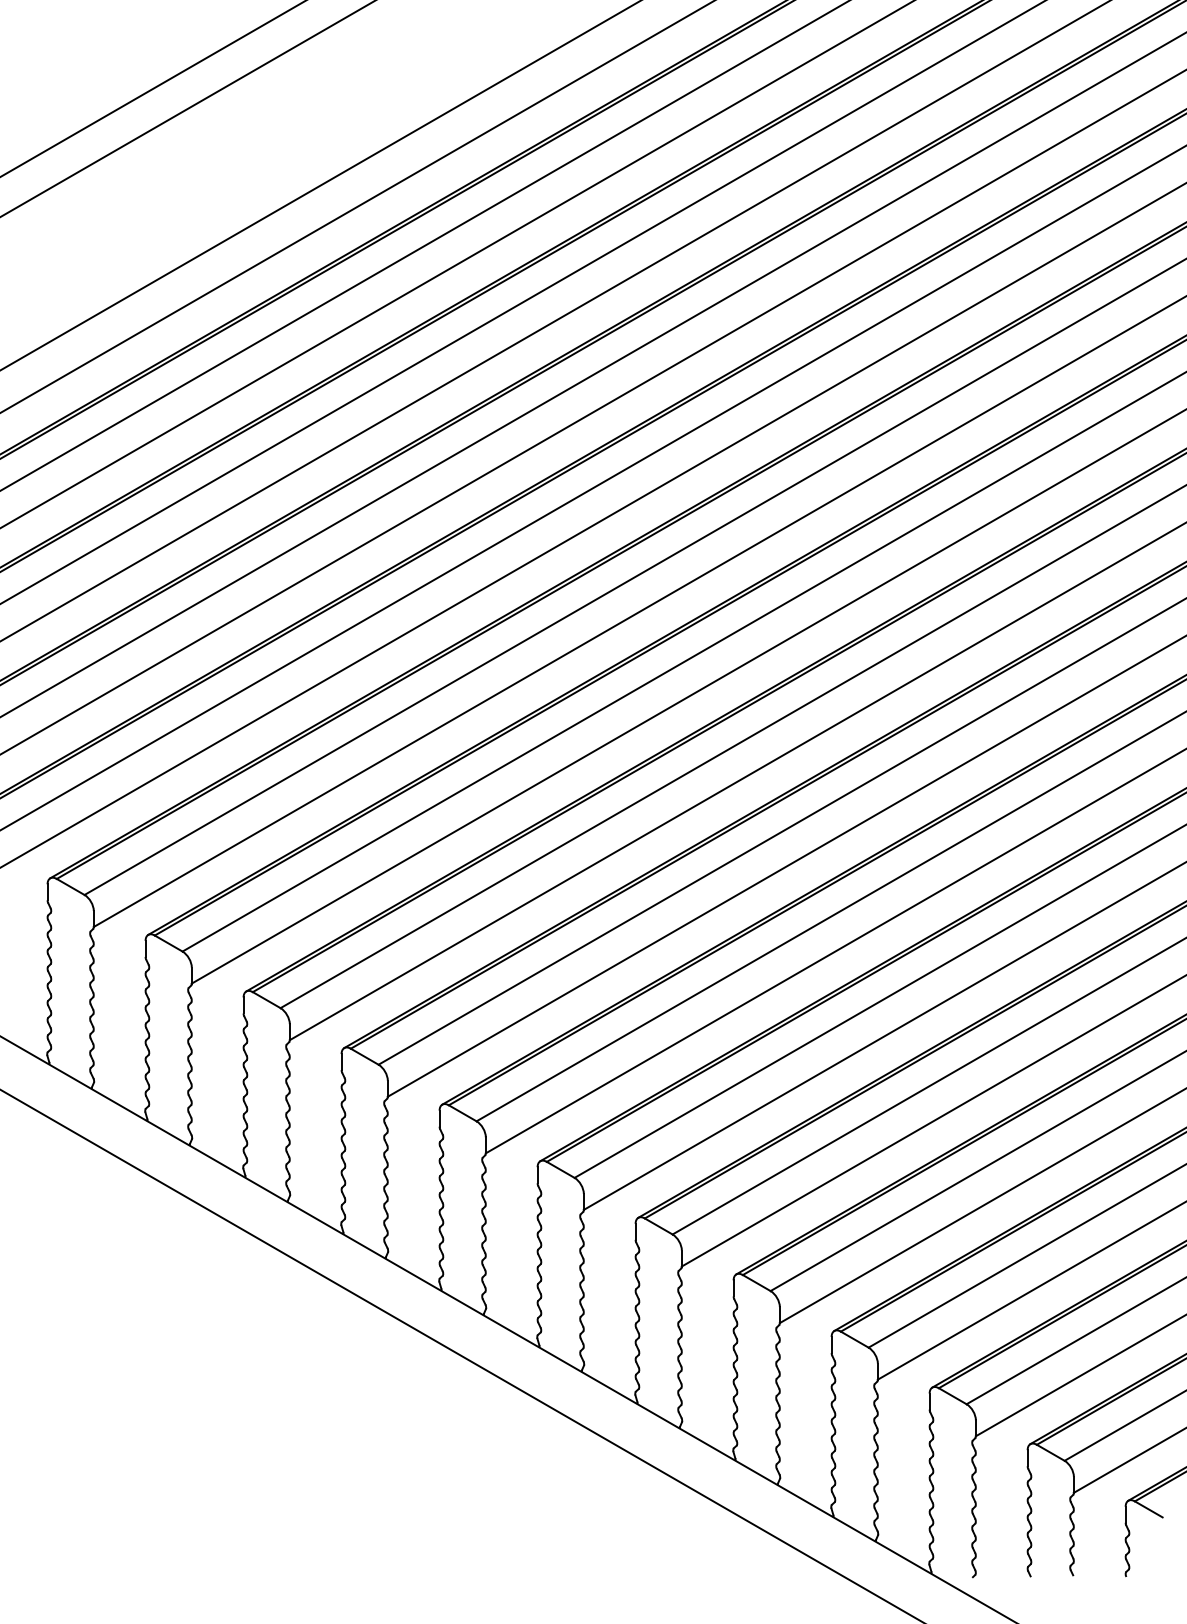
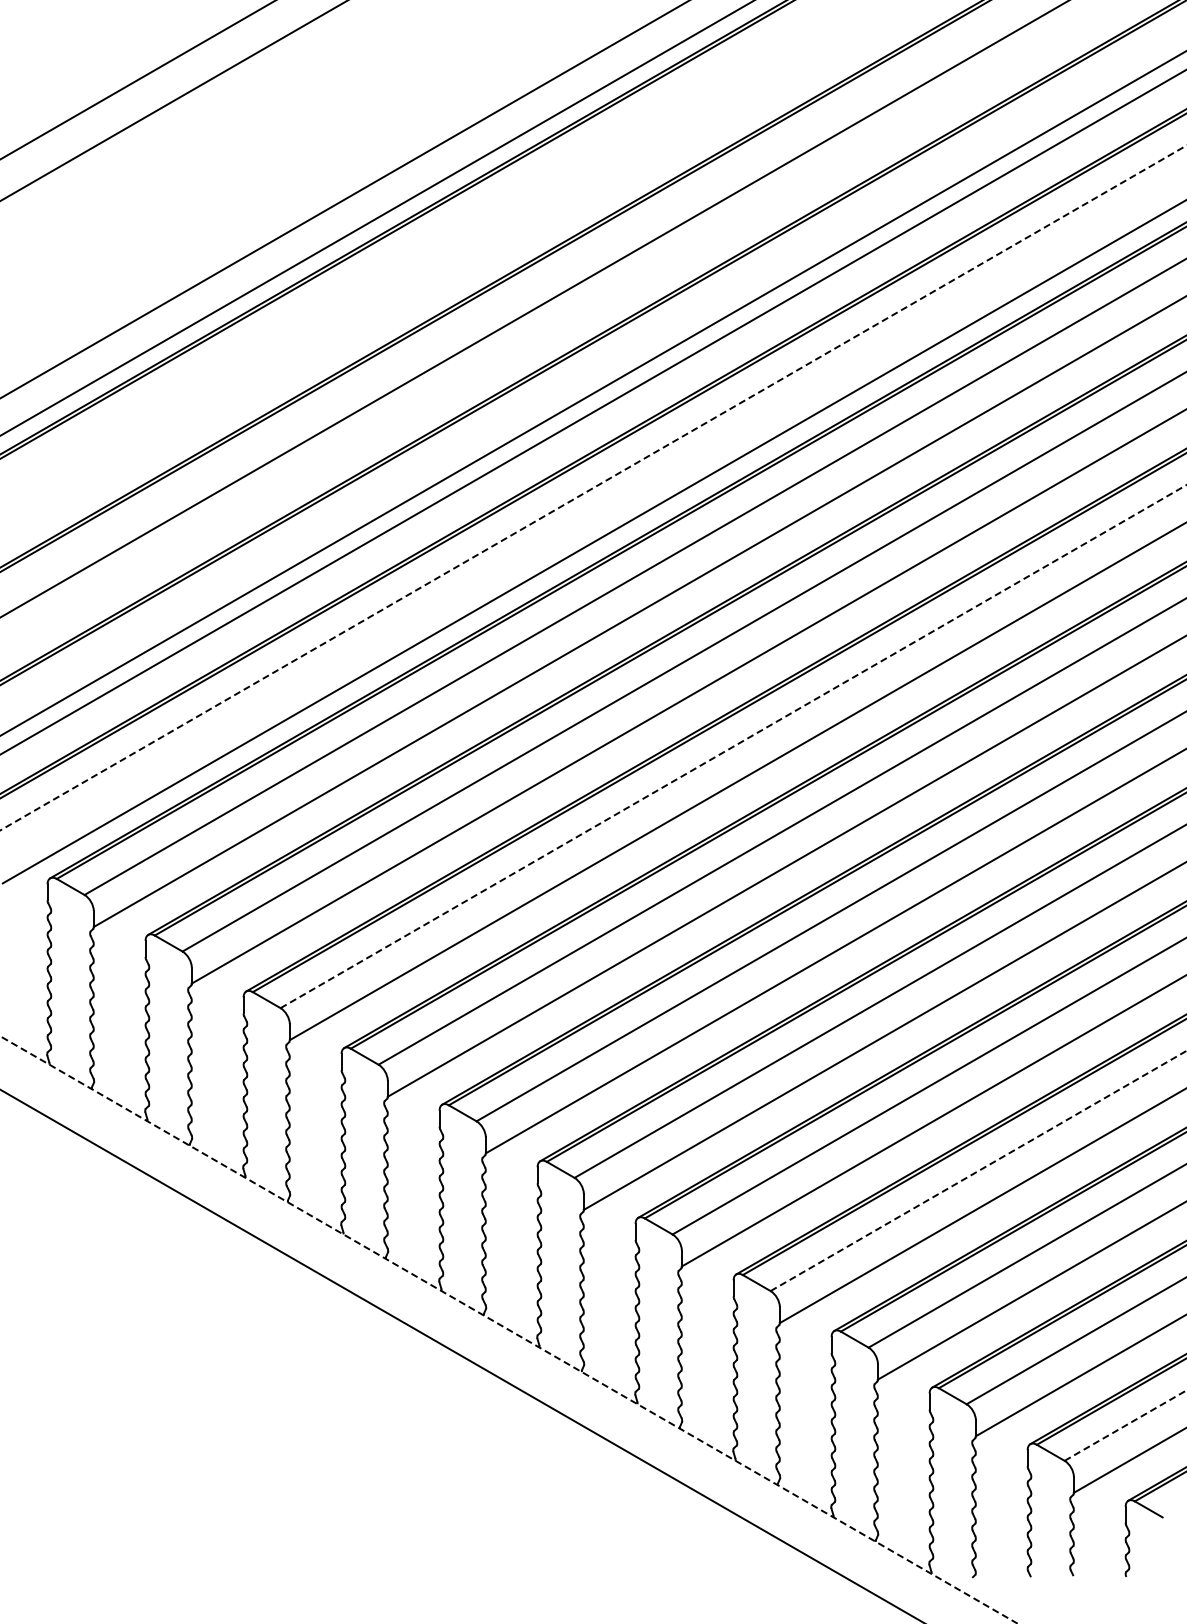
line at (152, 89) position: (152, 89) -> (137, 80)
line at (187, 109) position: (187, 109) -> (173, 101)
line at (320, 185) position: (320, 185) -> (344, 199)
line at (356, 206) position: (356, 206) -> (376, 218)
line at (424, 245): present -> none
line at (456, 264): present -> none
line at (522, 302) position: (522, 302) -> (534, 309)
line at (554, 321): present -> none
line at (592, 375) position: (592, 375) -> (592, 393)
line at (593, 487): solid -> dashed
line at (592, 525) position: (592, 525) -> (592, 542)
line at (733, 746): solid -> dashed
line at (978, 1171): solid -> dashed
line at (509, 1330): solid -> dashed
line at (1126, 1425): solid -> dashed
